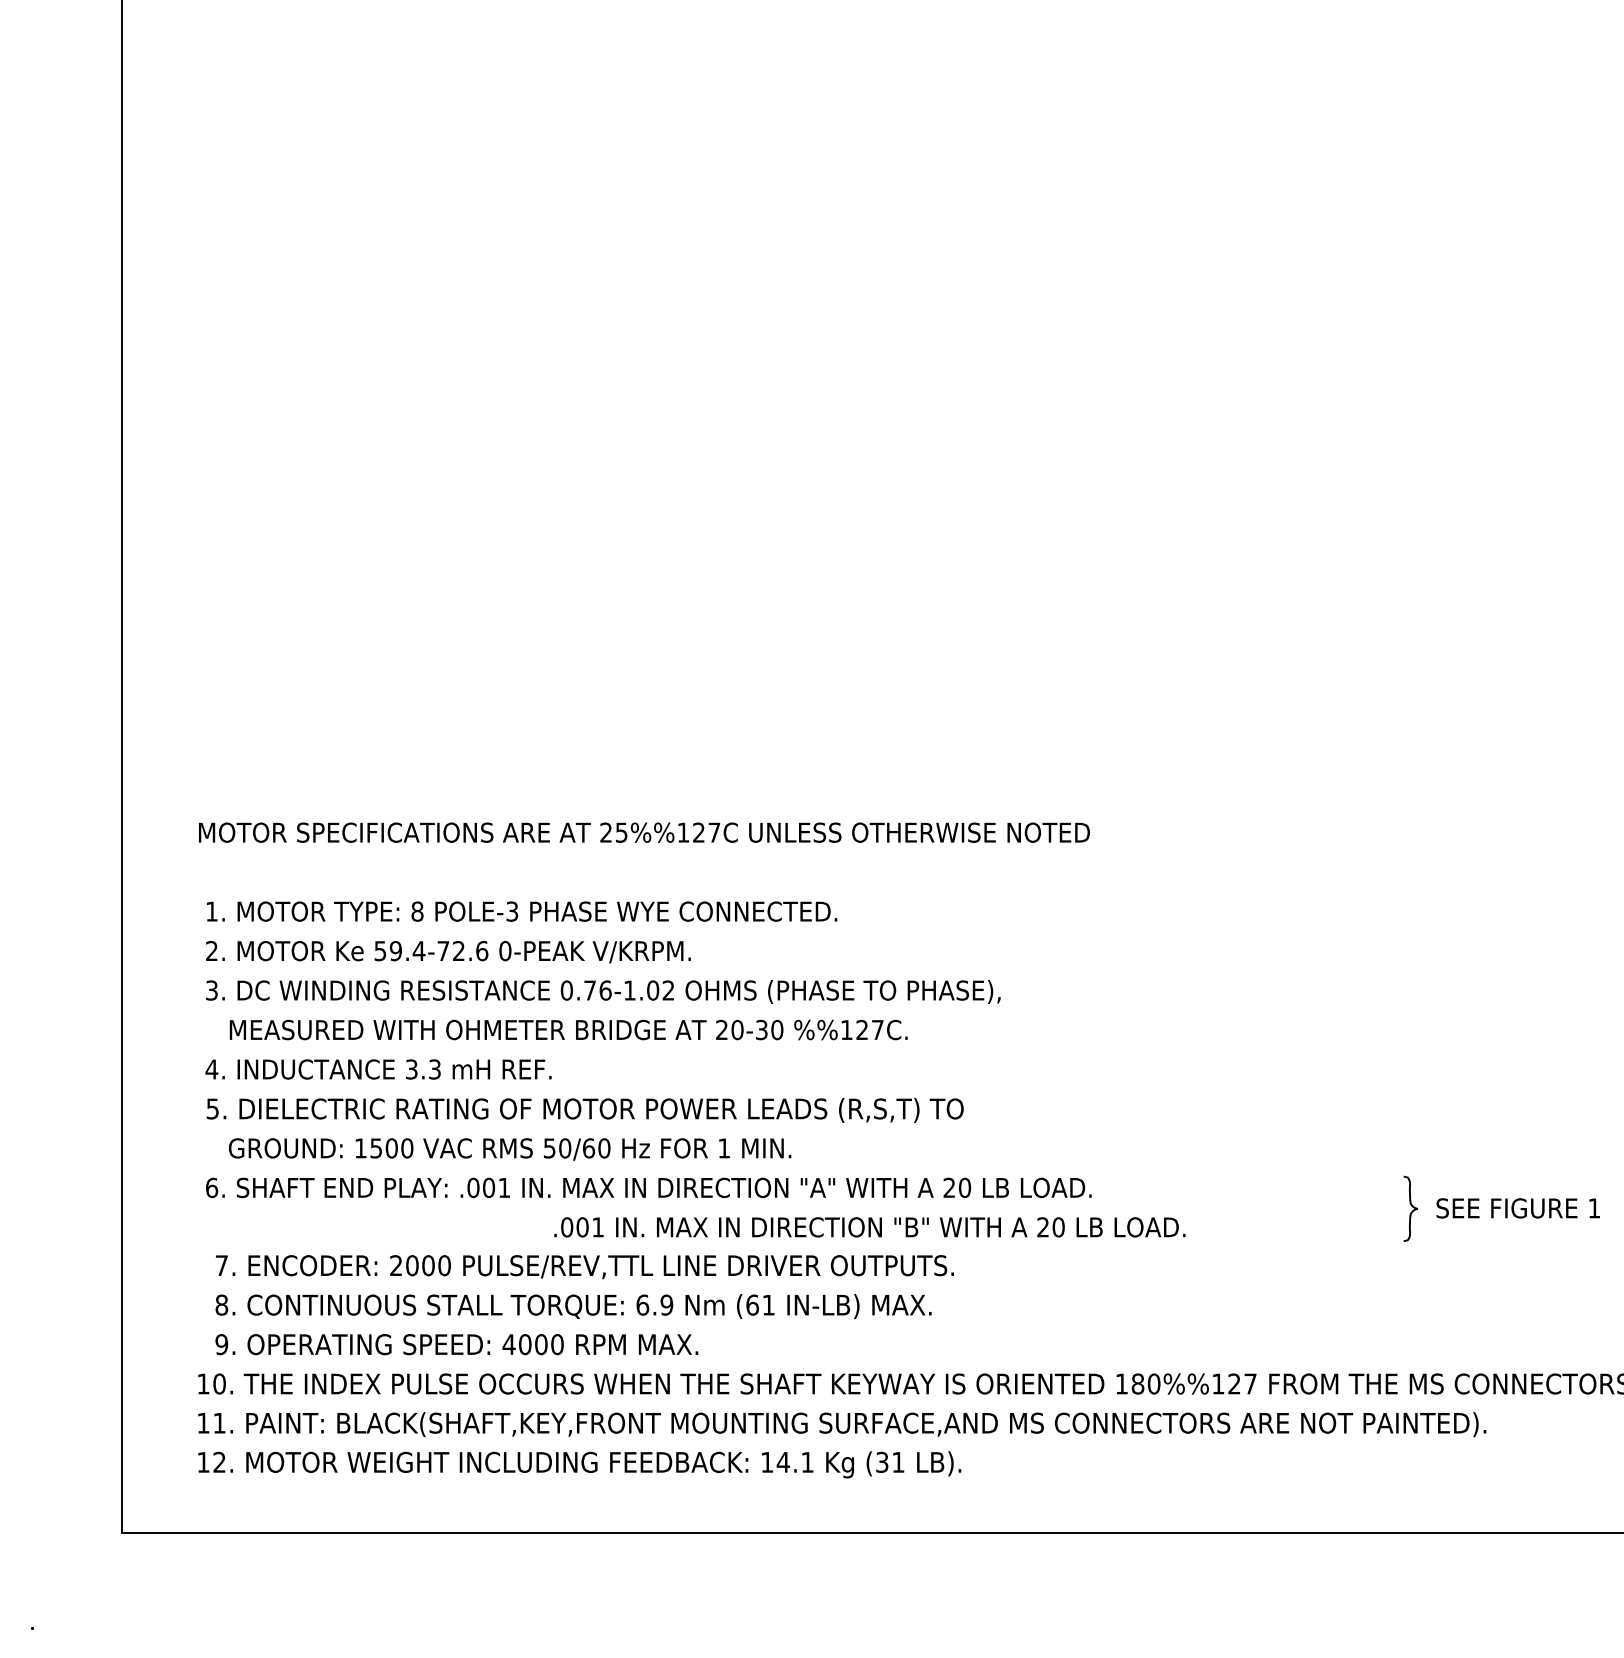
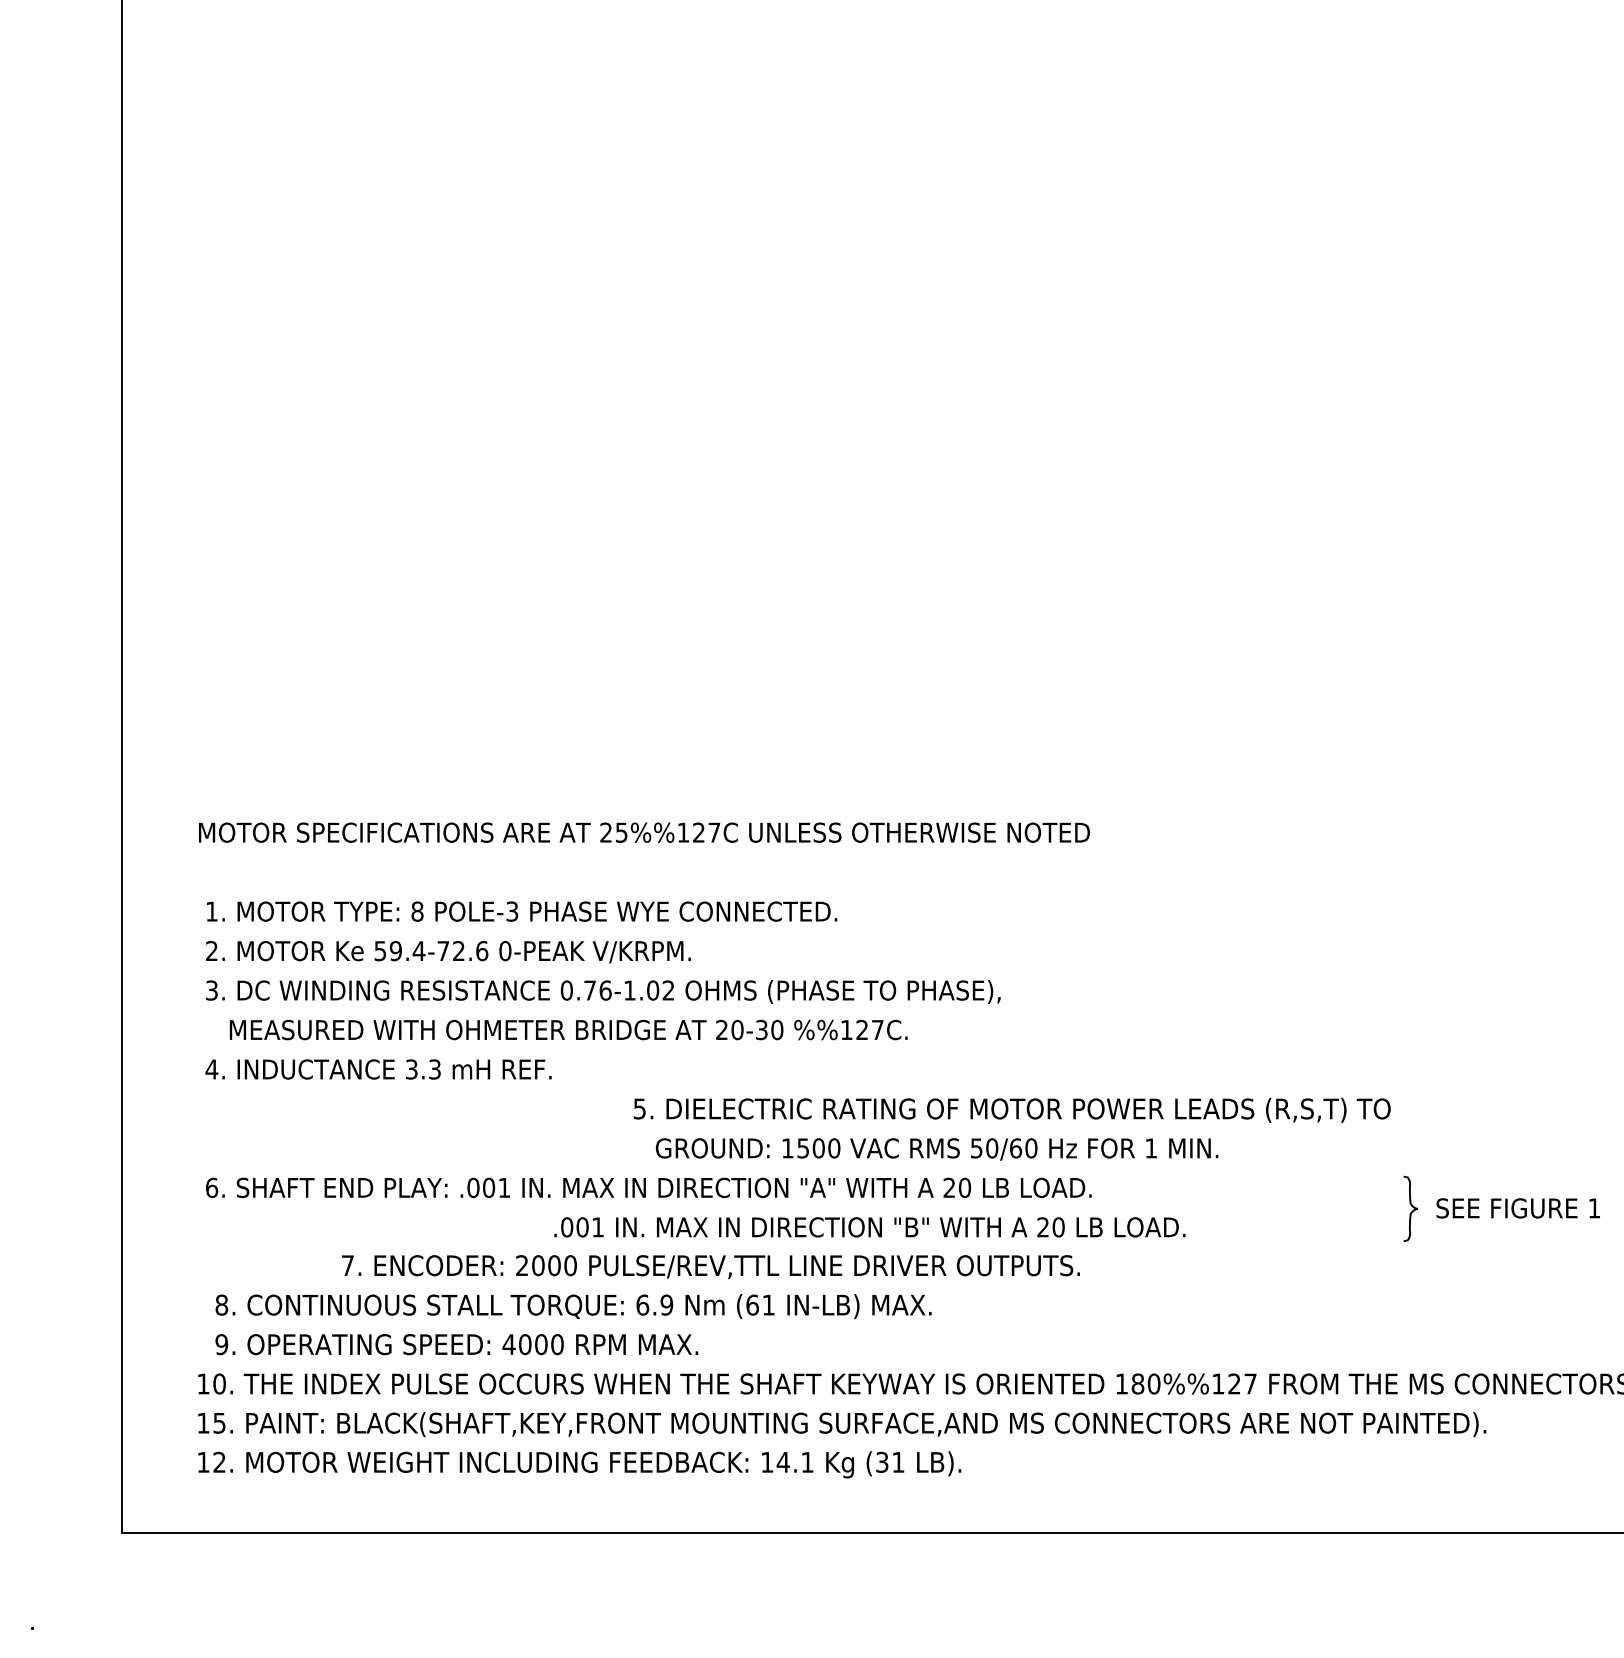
text at (584, 1128) position: (584, 1128) -> (1011, 1128)
text at (584, 1267) position: (584, 1267) -> (710, 1267)
text at (219, 1423): 11. -> 15.
